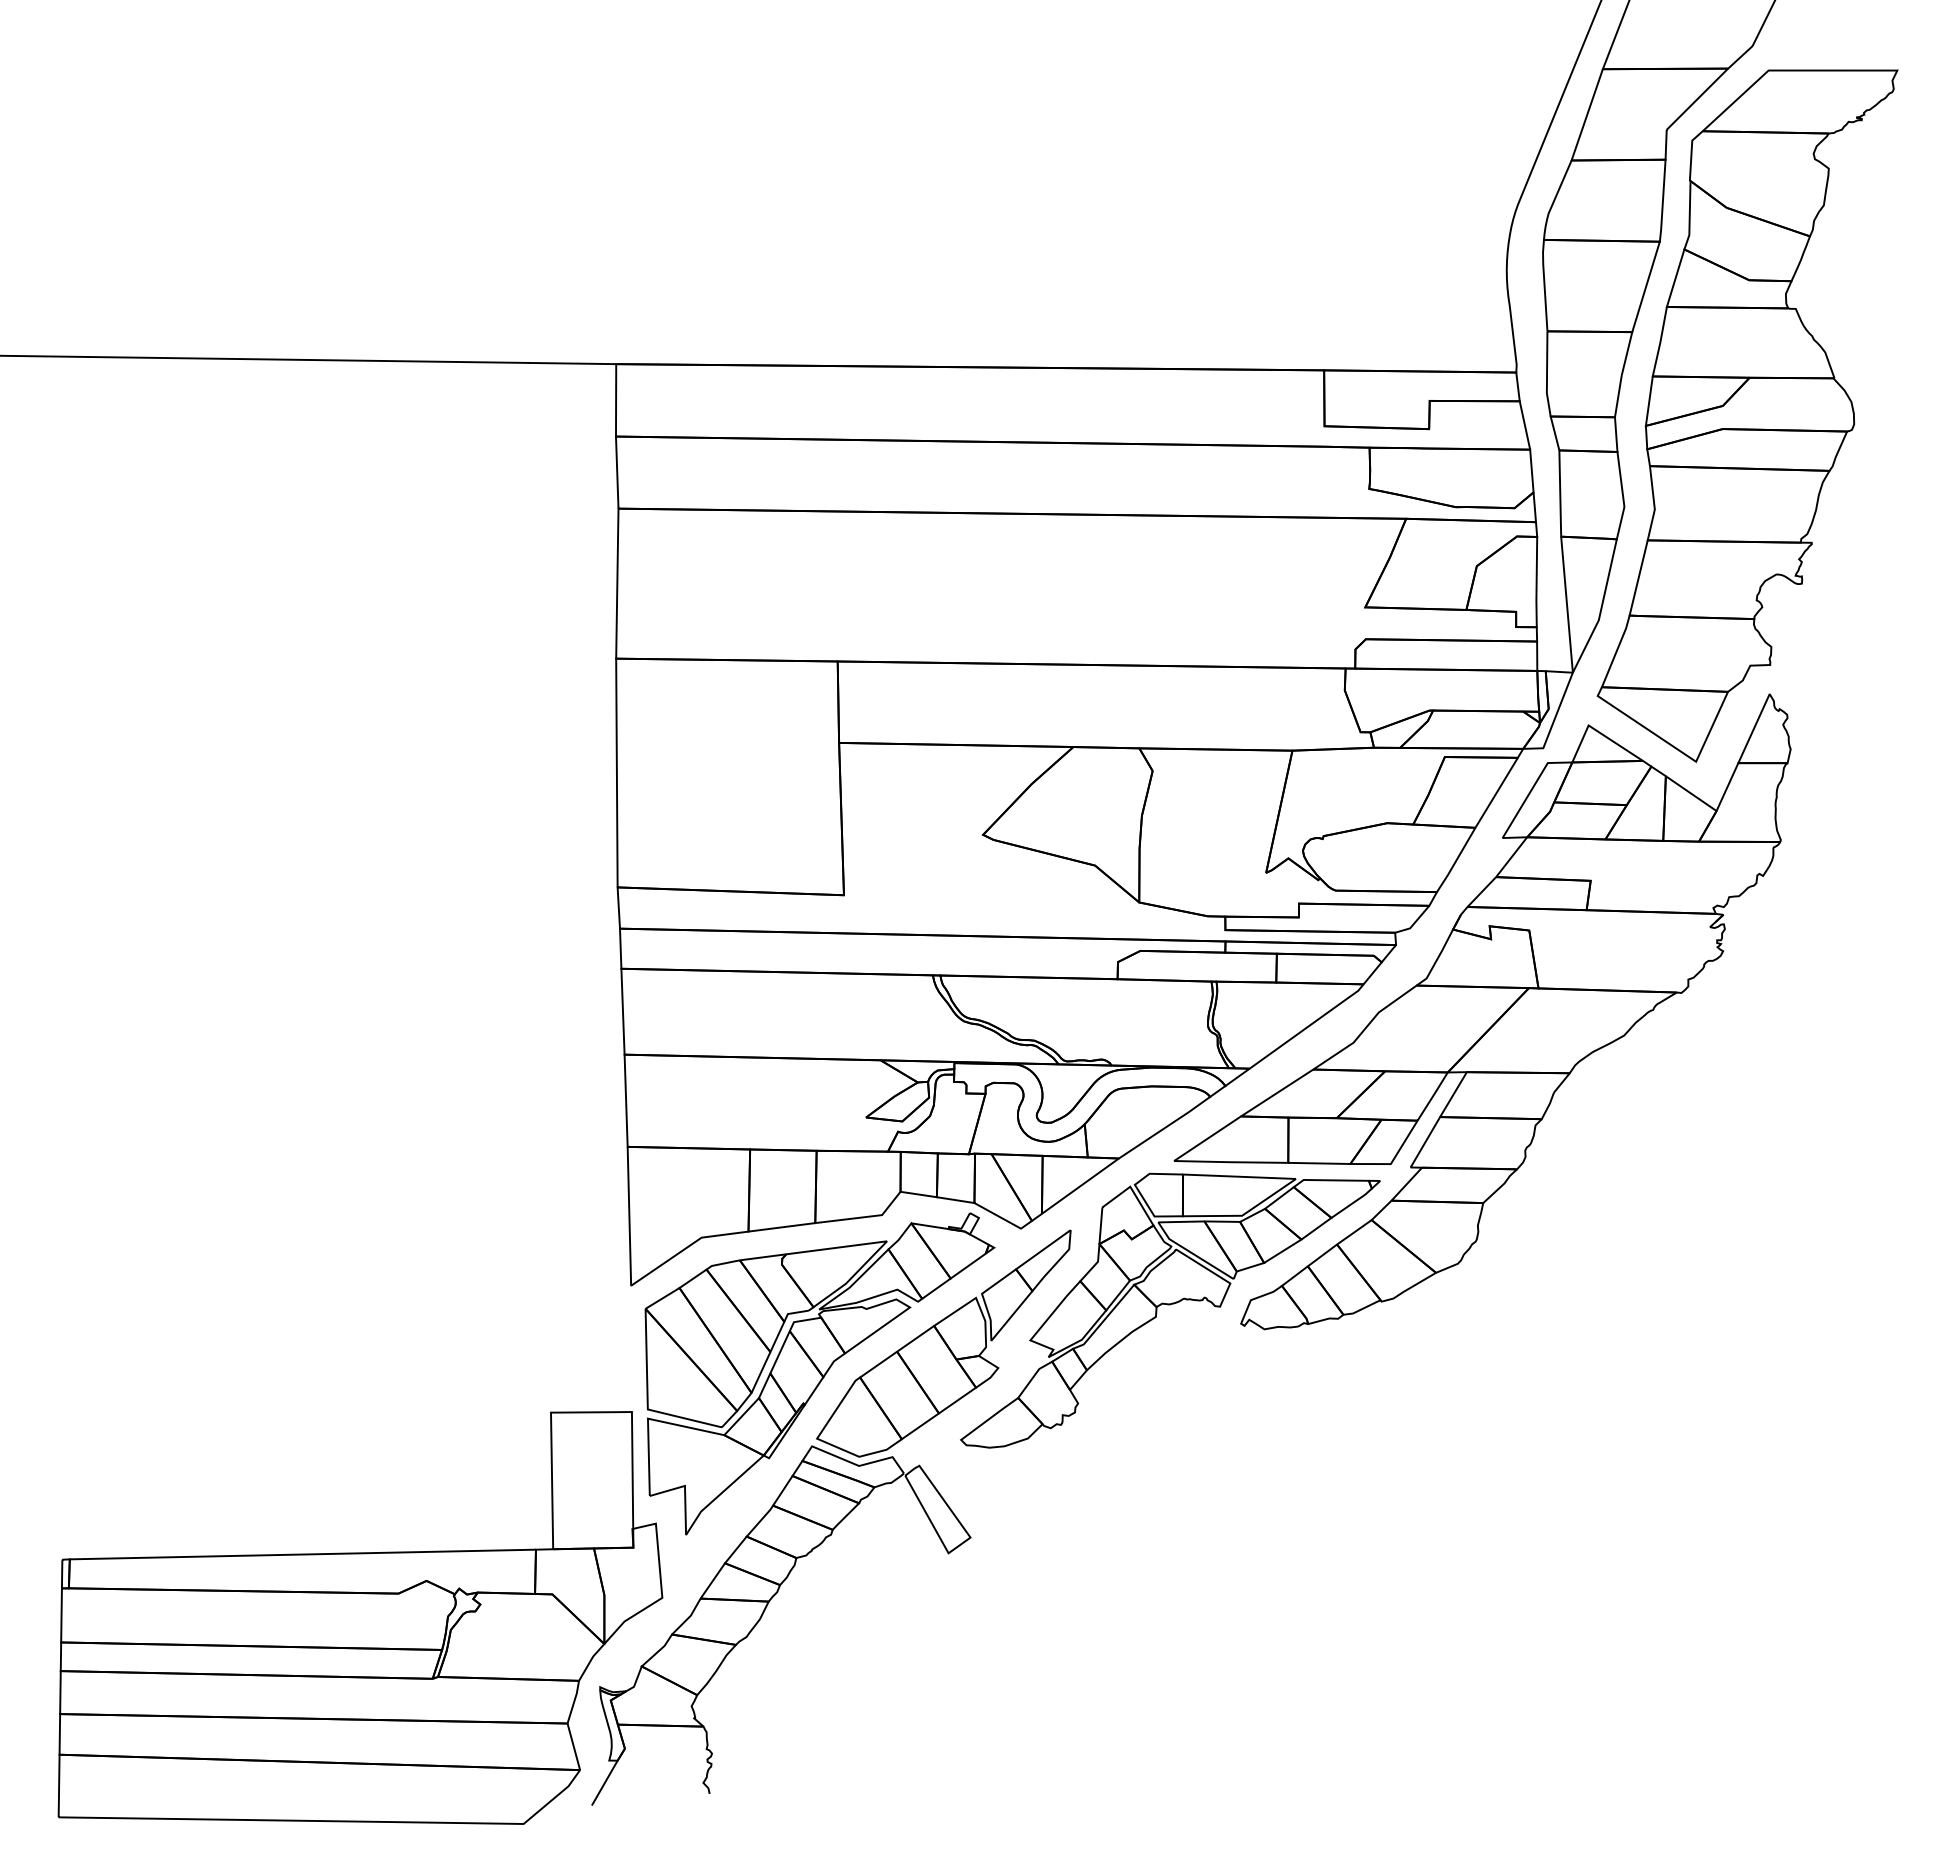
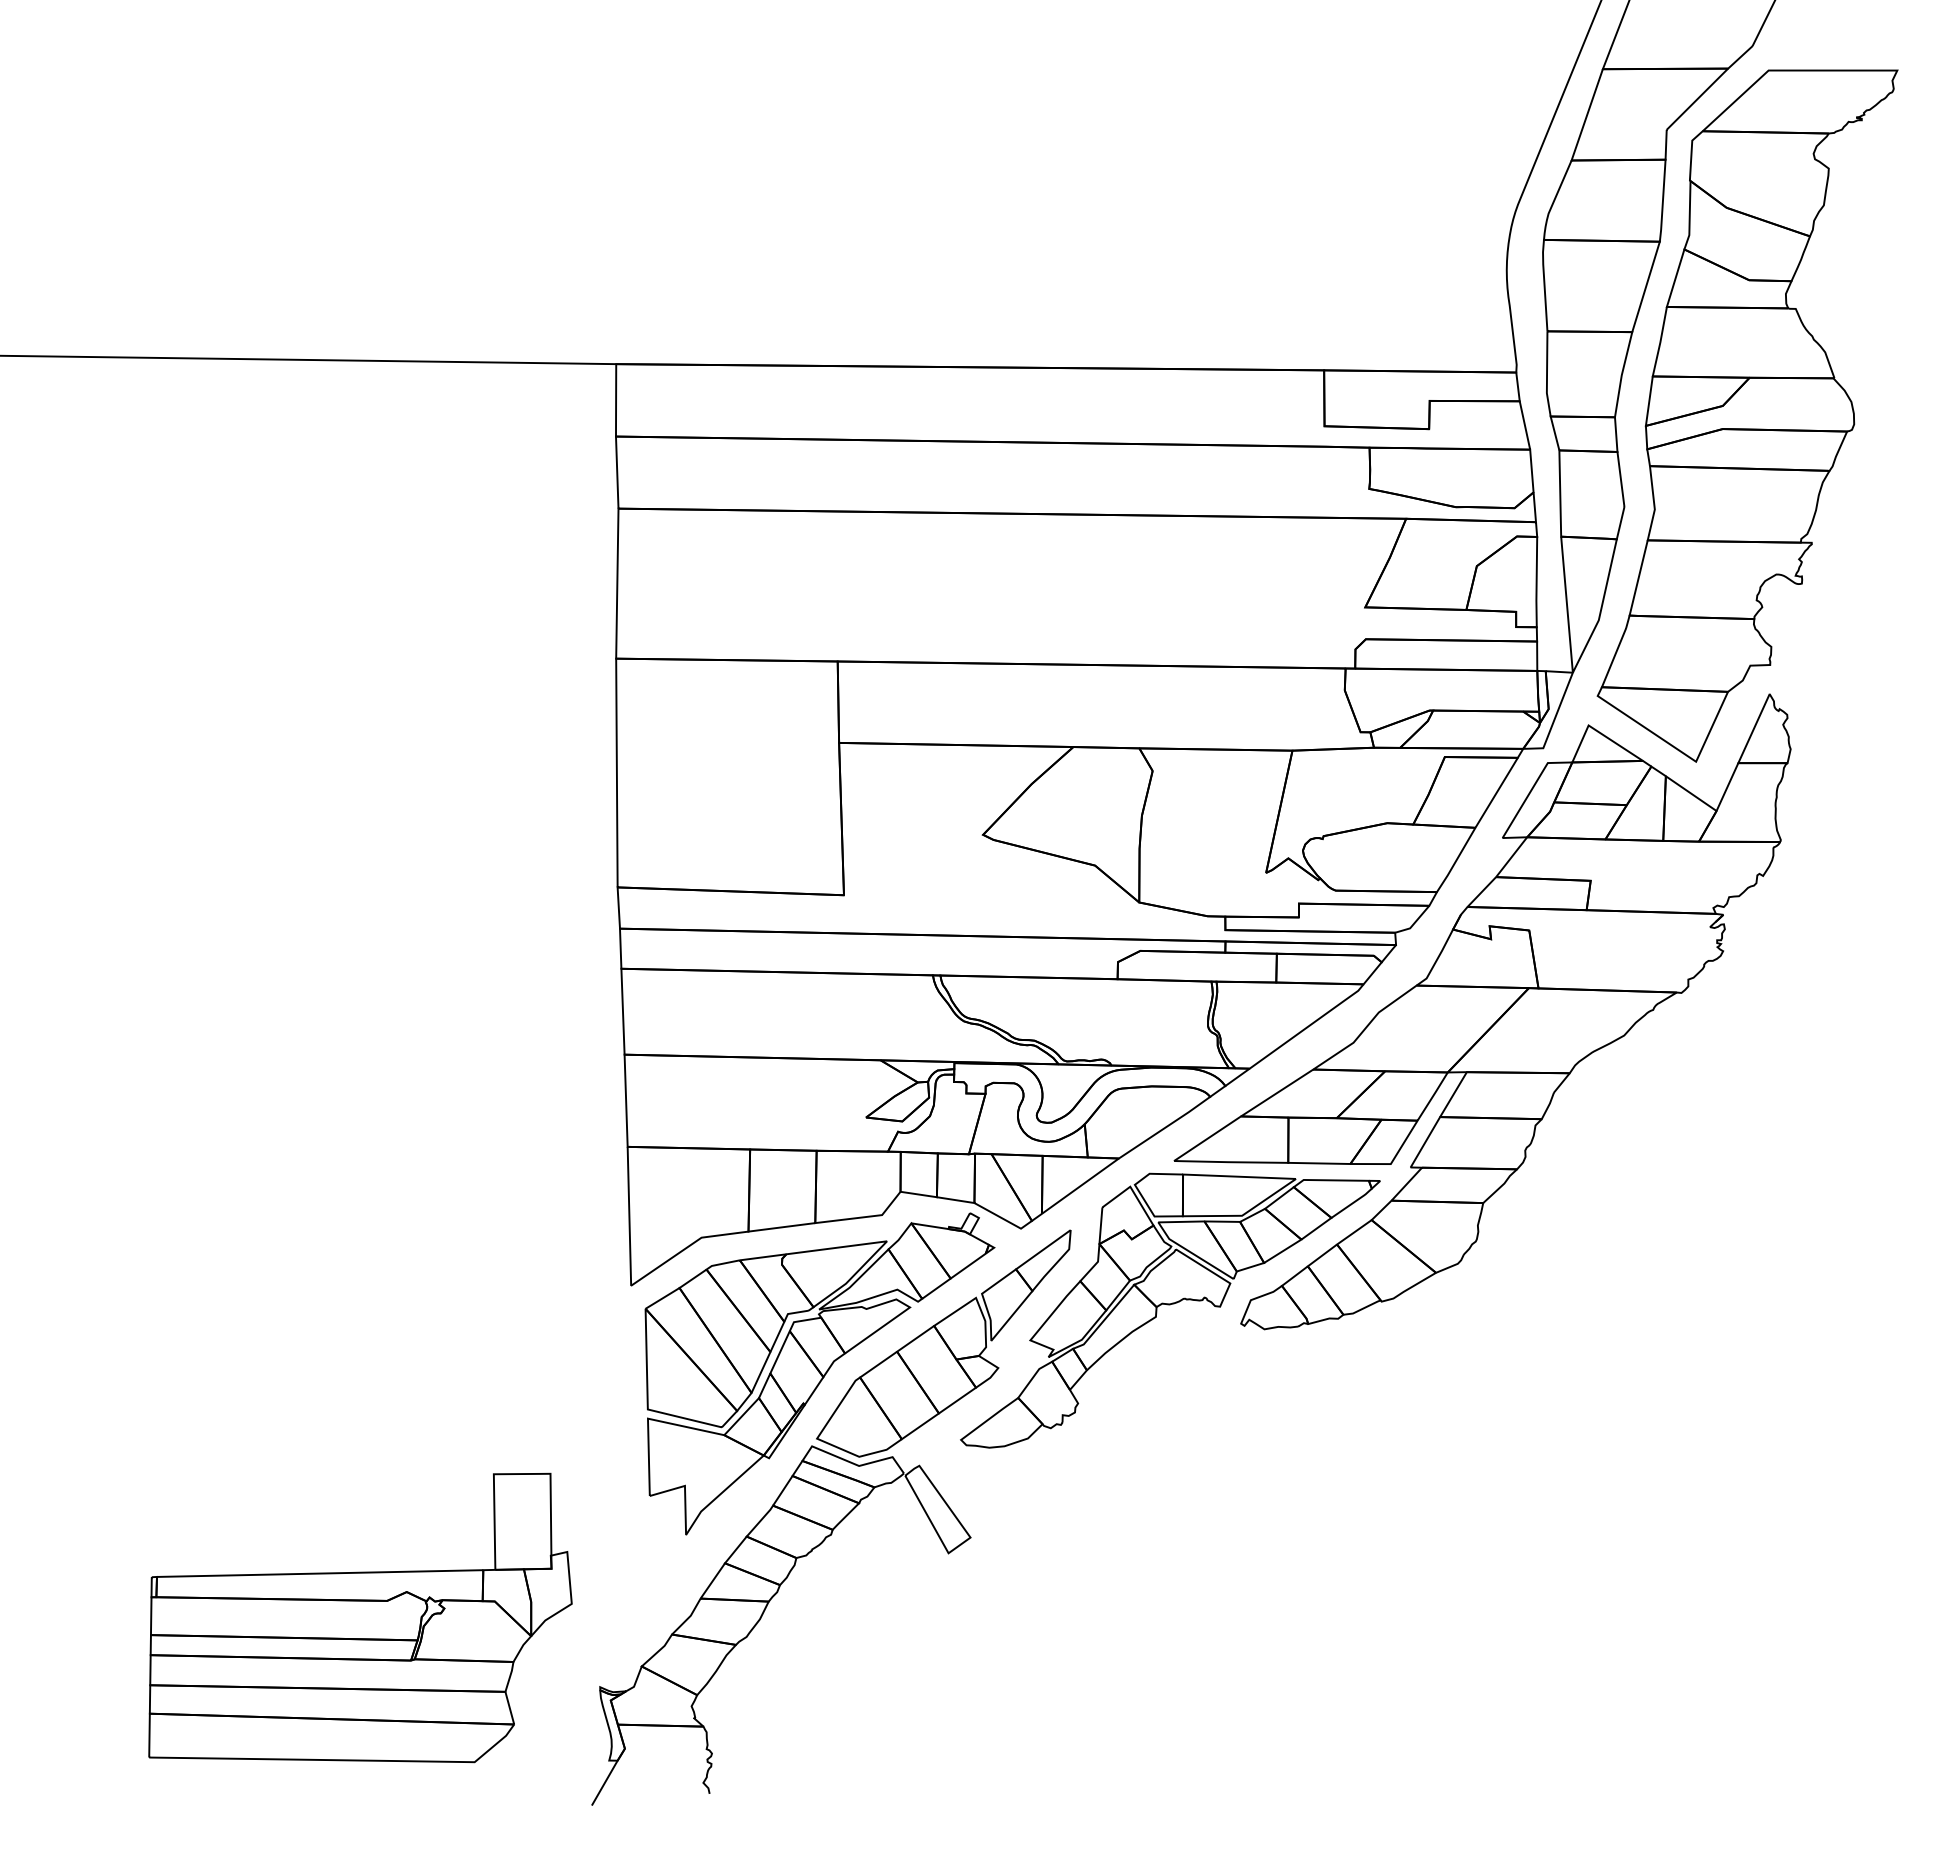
part at (360, 1617) size: 607x414 px -> 425x292 px
